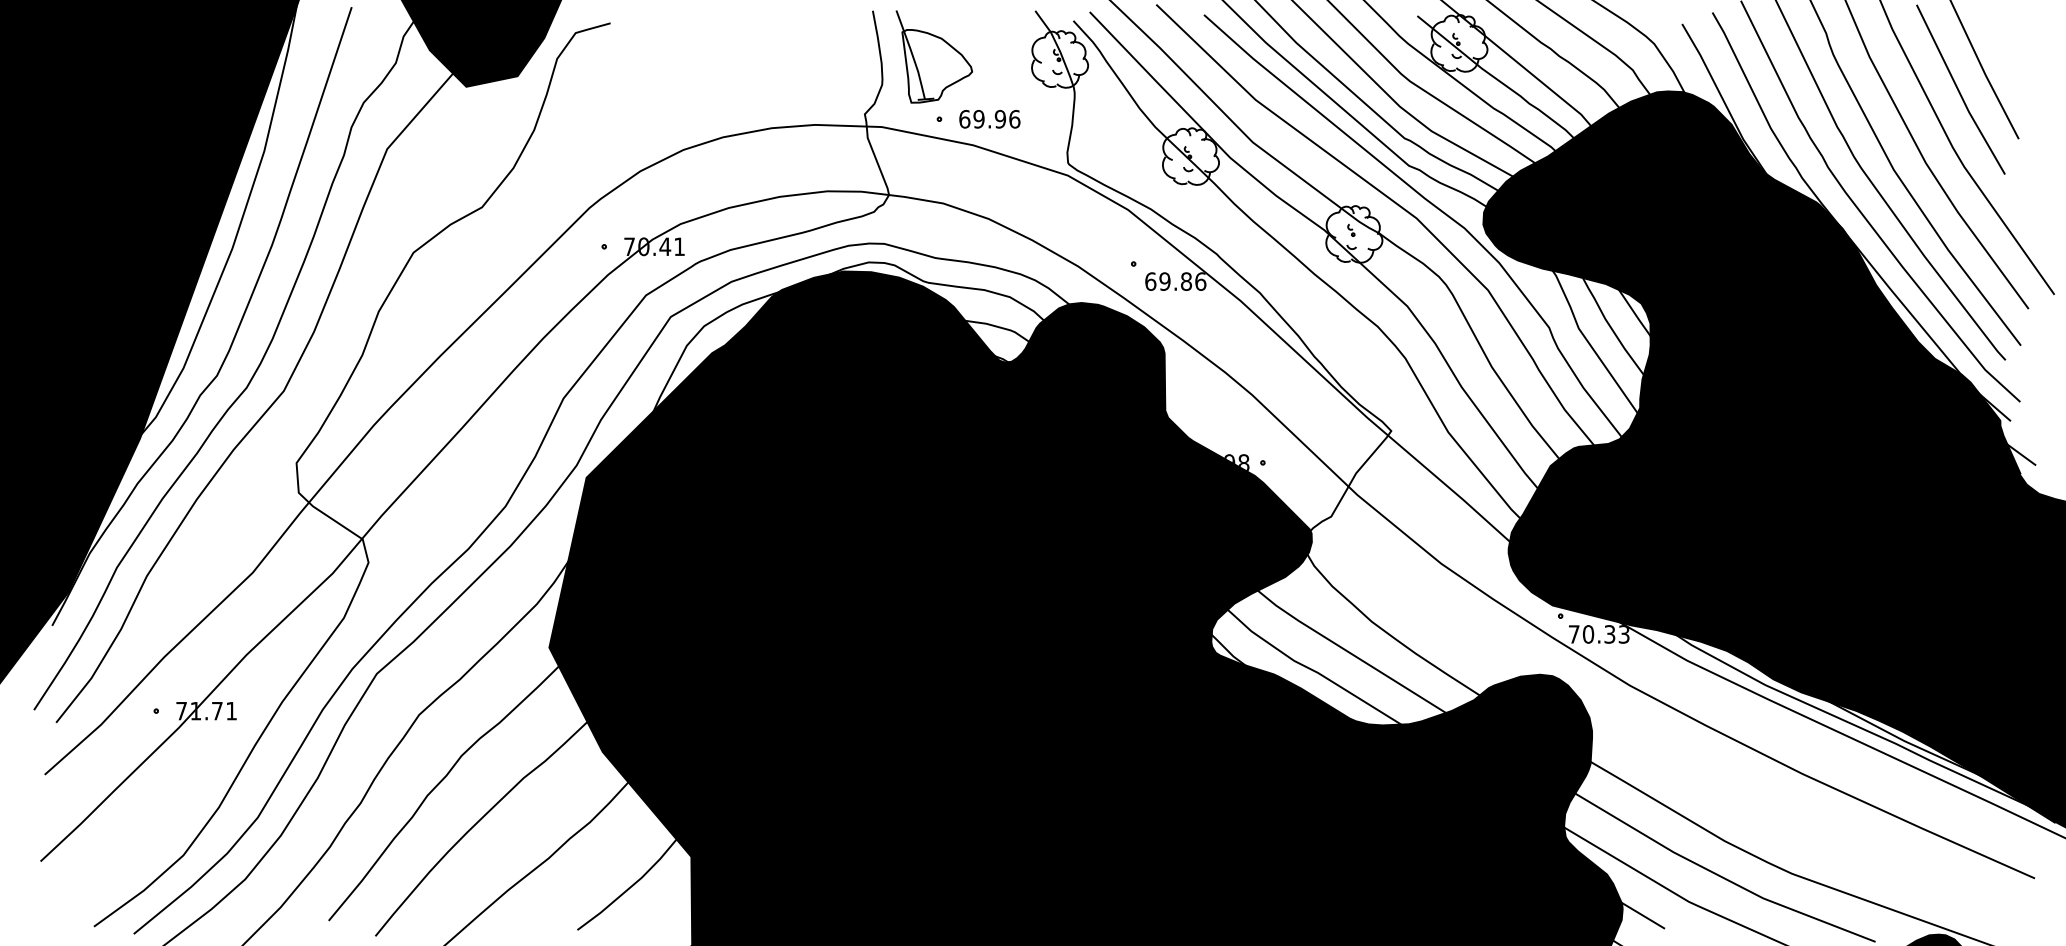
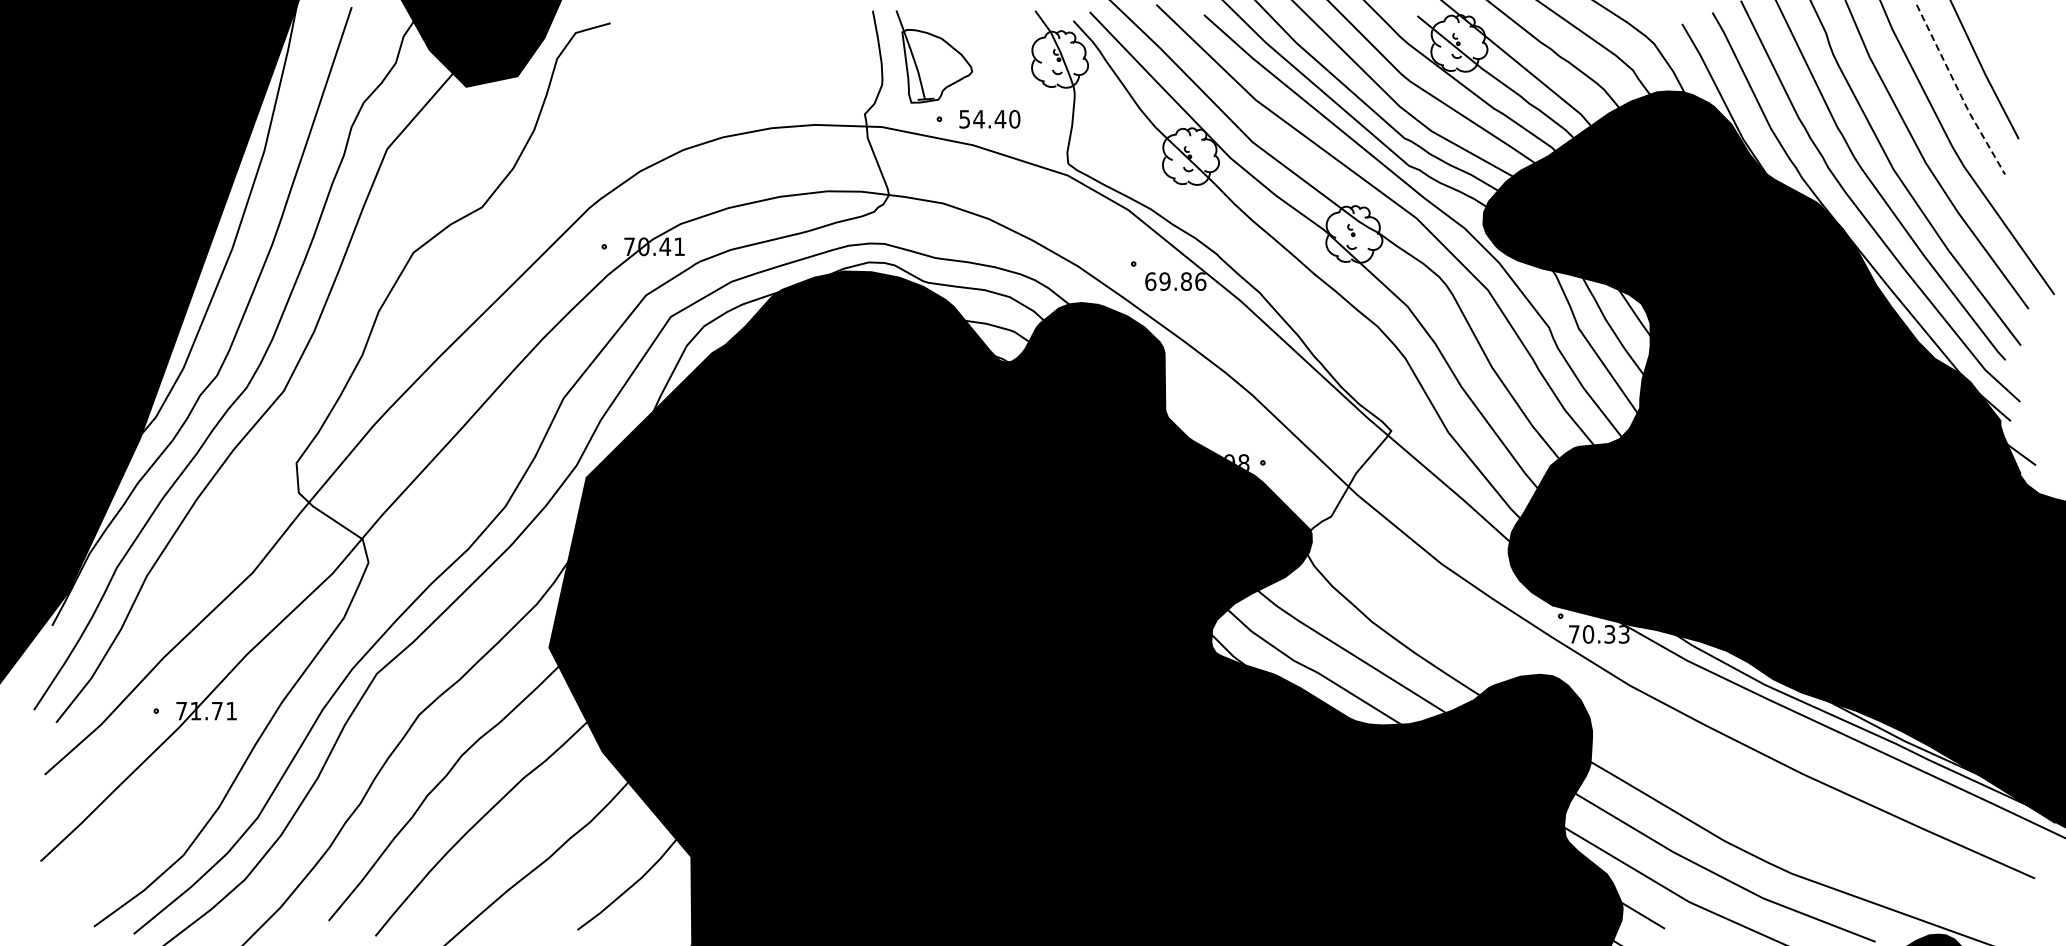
line at (1959, 91): solid -> dashed
text at (989, 118): 69.96 -> 54.40
